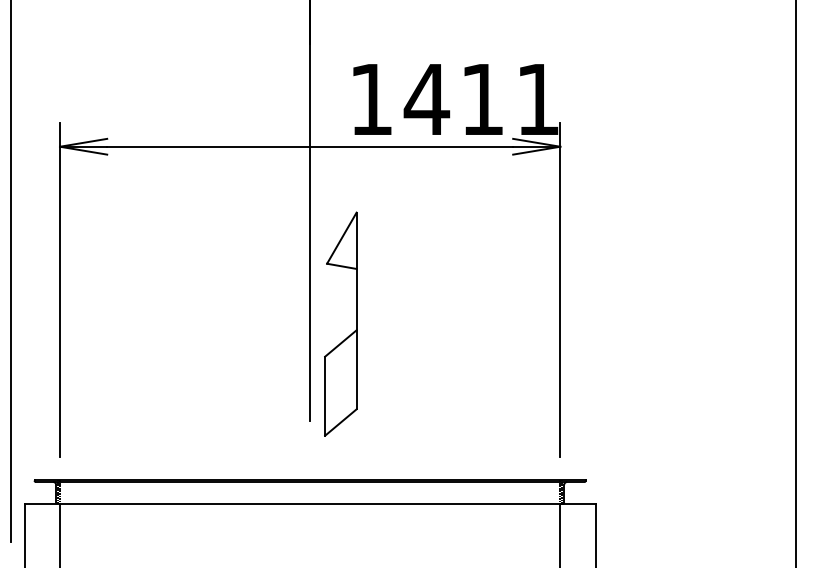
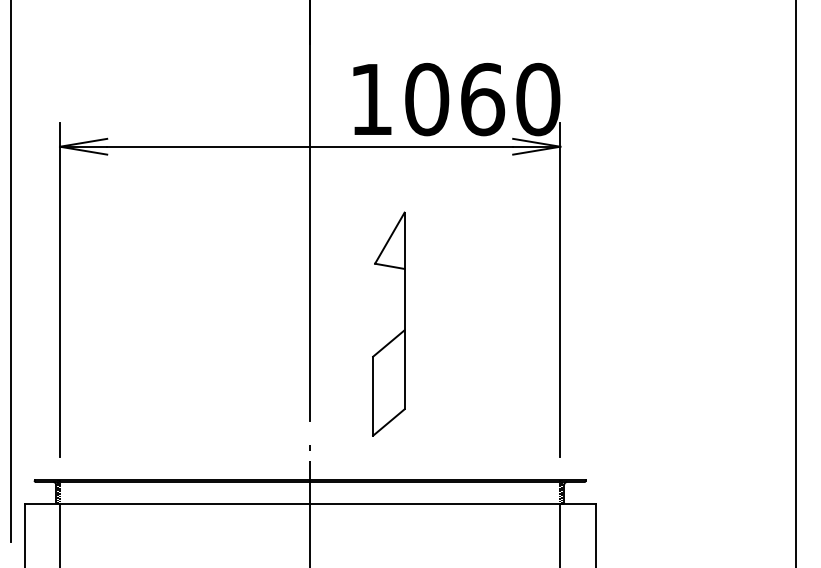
text at (481, 99): 1411 -> 1060
part at (348, 335) position: (348, 335) -> (396, 335)
line at (310, 504): none -> present
